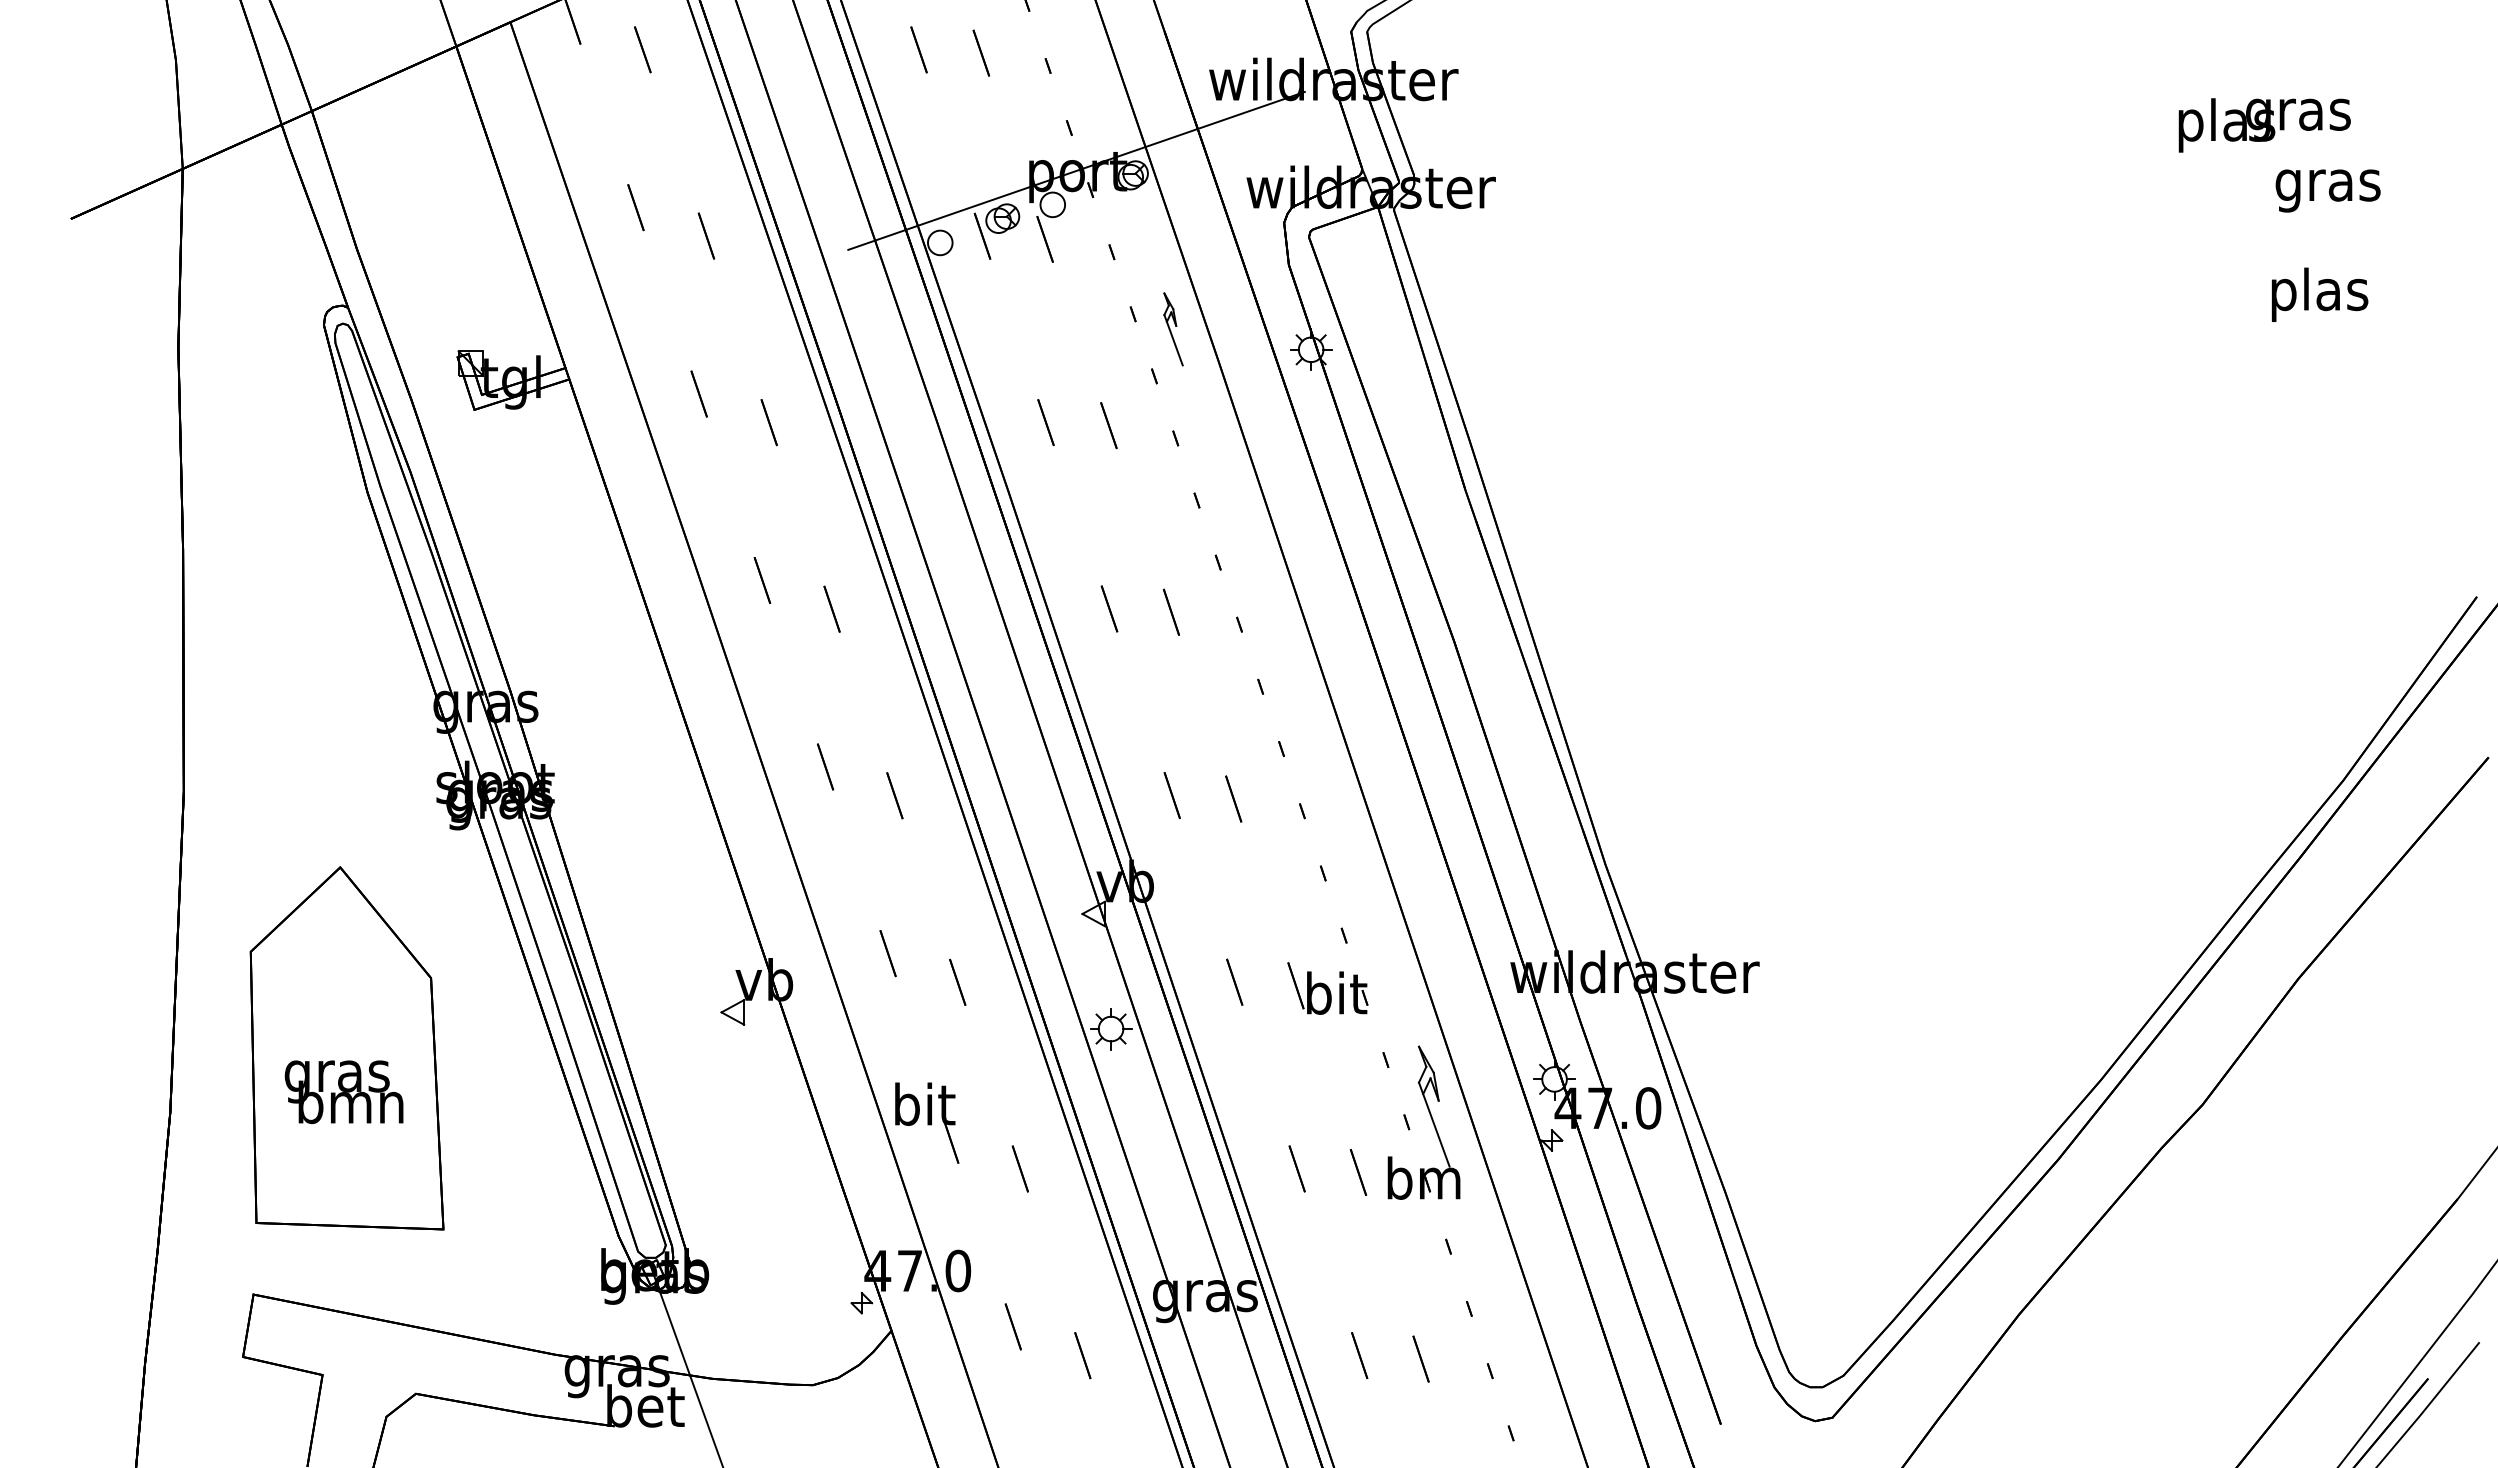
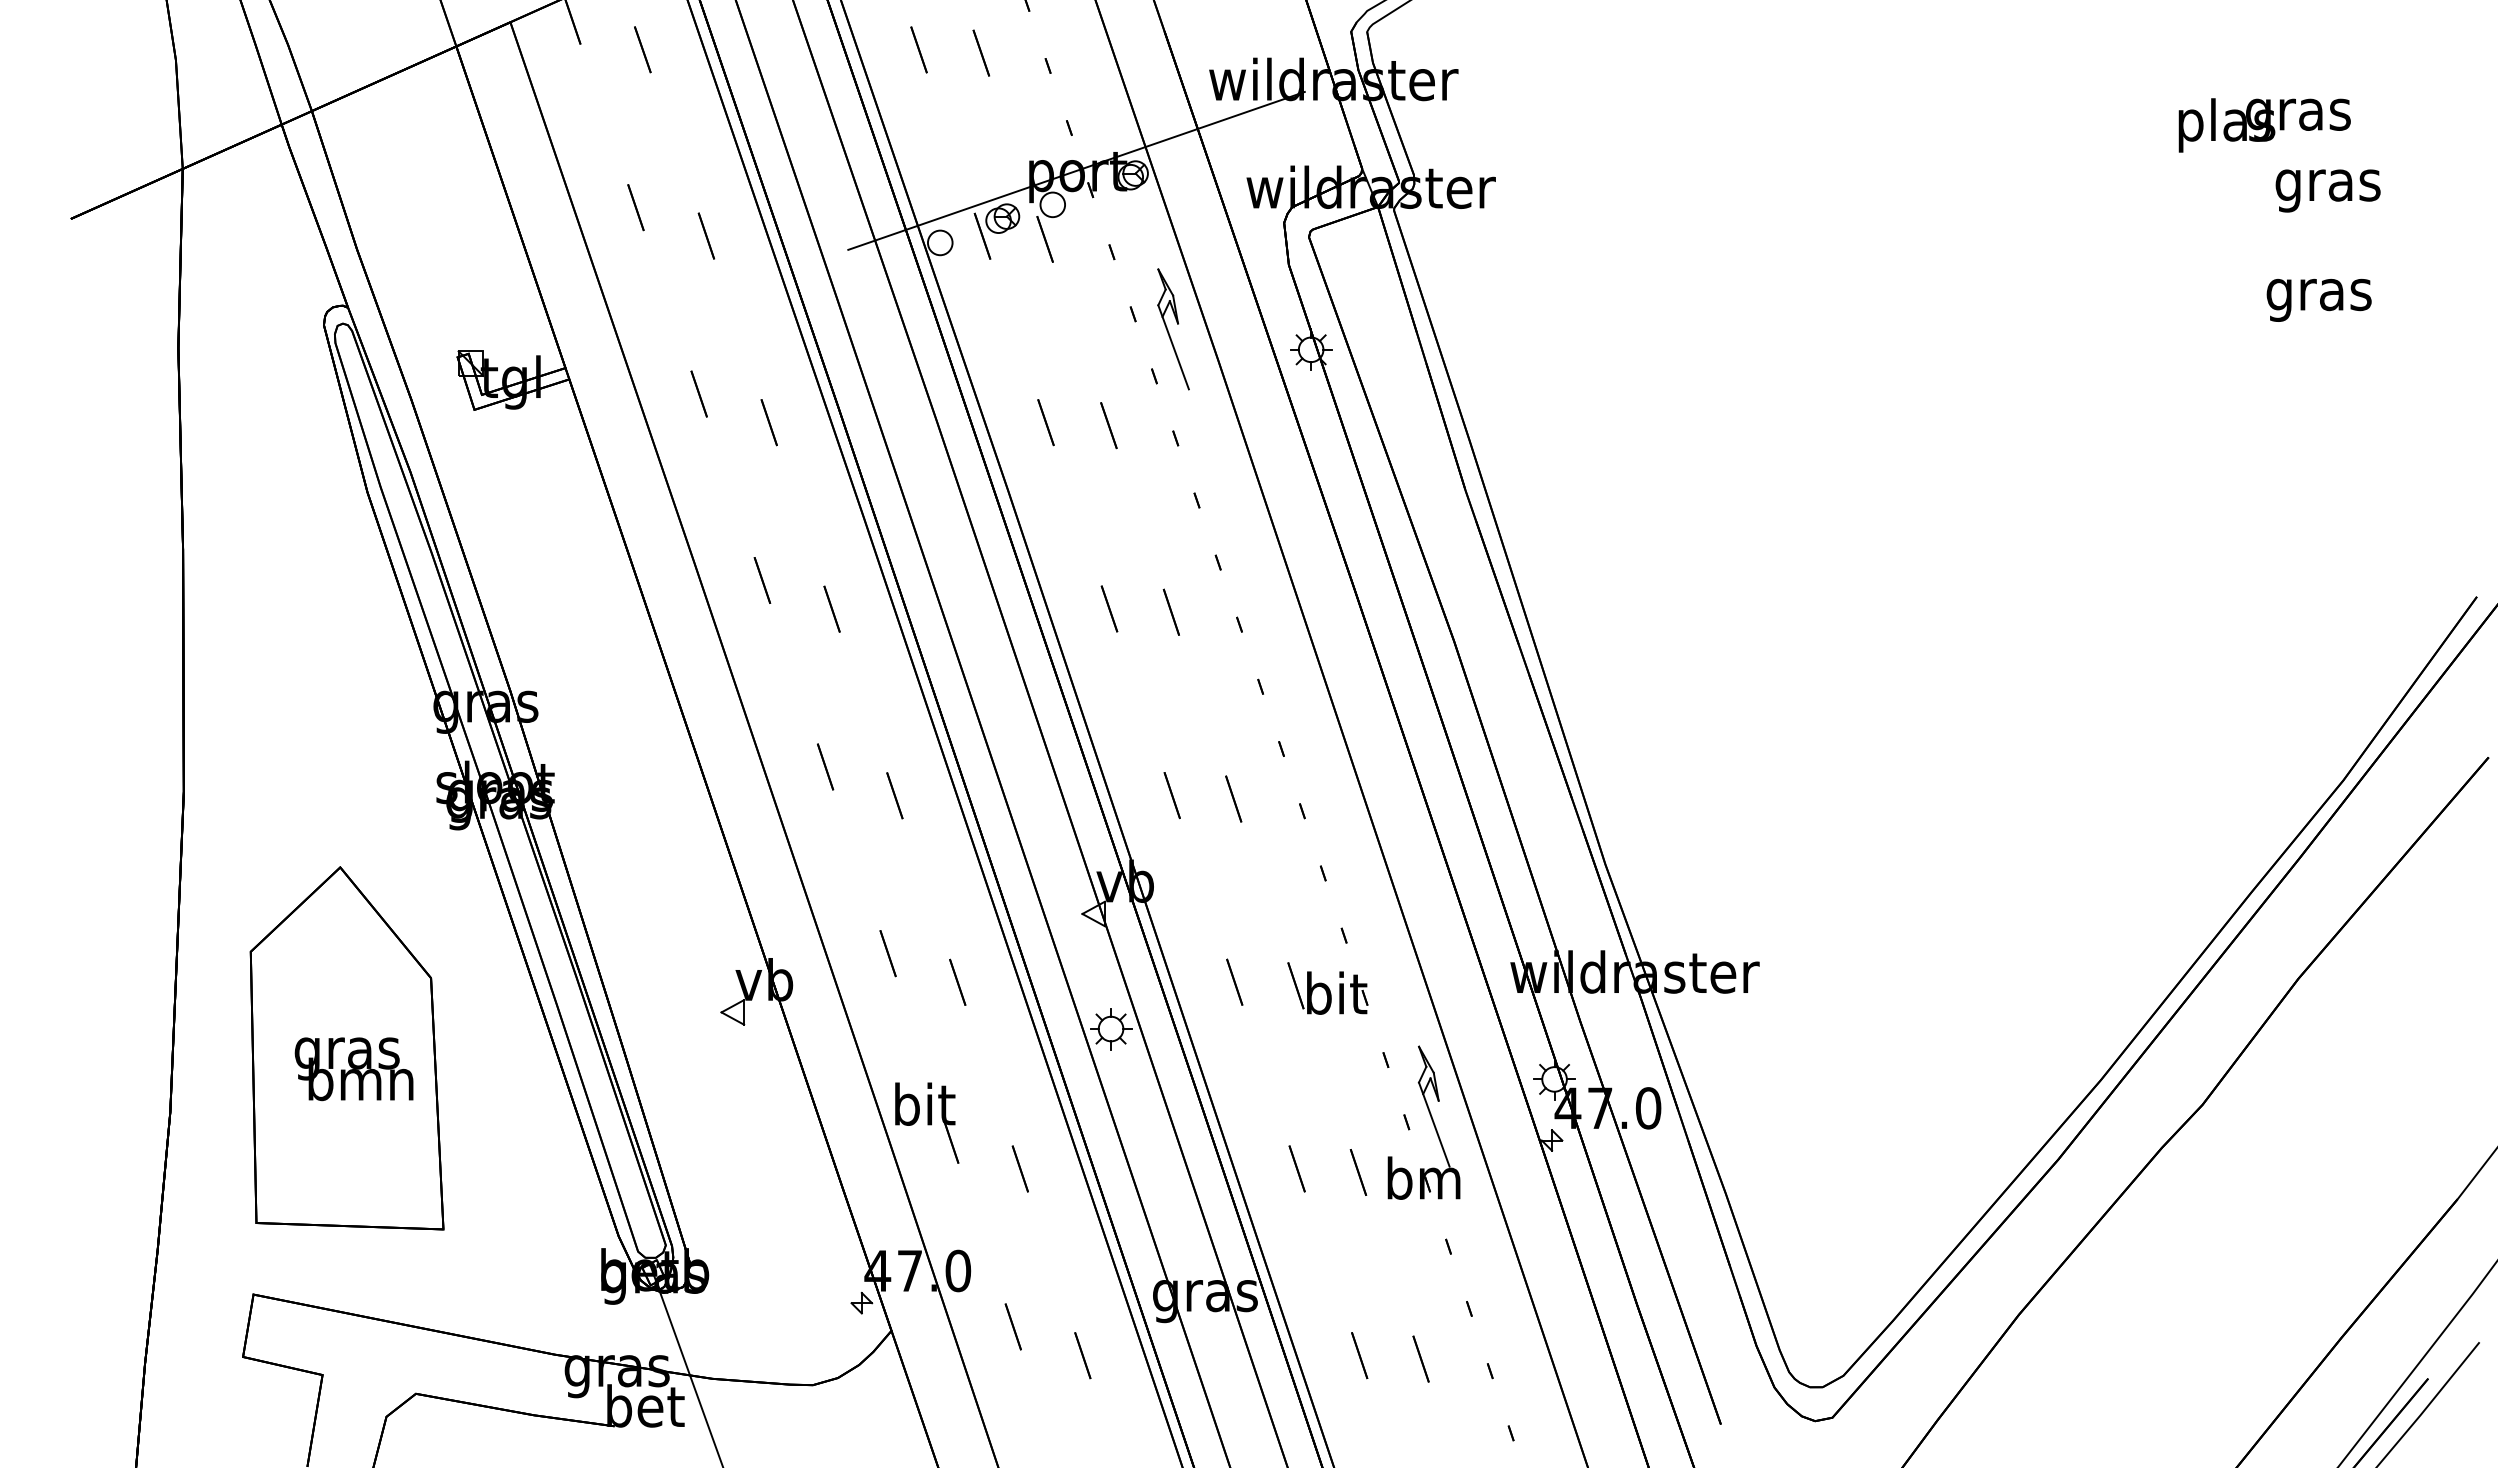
text at (2318, 294): plas -> gras
part at (1173, 329) size: 21x75 px -> 33x123 px
text at (343, 1092) position: (343, 1092) -> (353, 1069)
